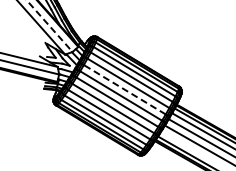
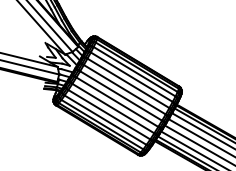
line at (50, 26): dashed -> solid
line at (124, 89): dashed -> solid
line at (192, 149): none -> present
